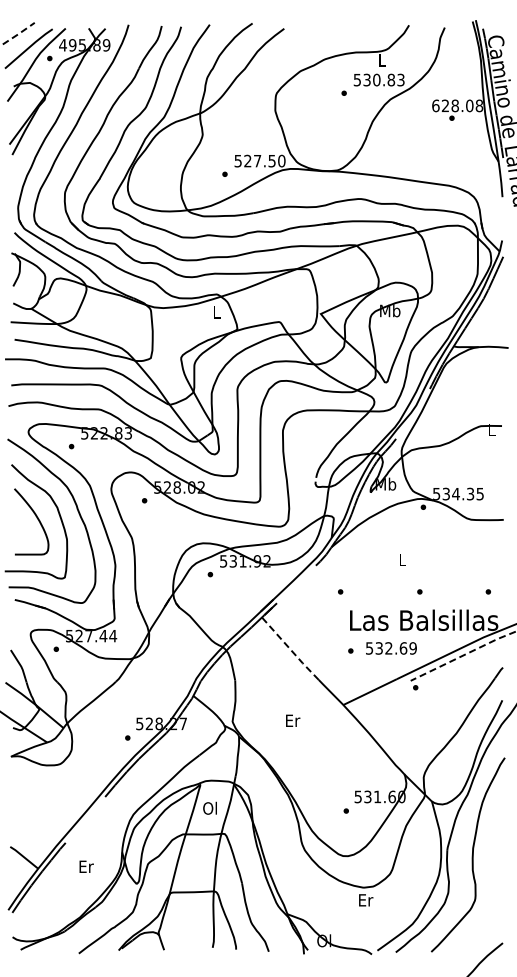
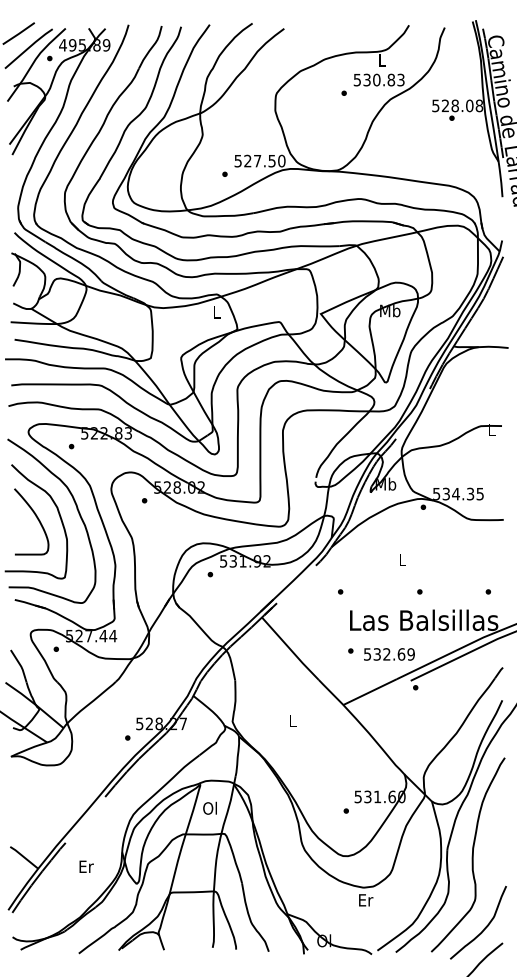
line at (18, 33): dashed -> solid
text at (435, 105): 628.08 -> 528.08
text at (391, 648) position: (391, 648) -> (389, 654)
line at (290, 649): dashed -> solid
line at (463, 655): dashed -> solid
text at (293, 720): Er -> L
curve at (484, 927): none -> present
